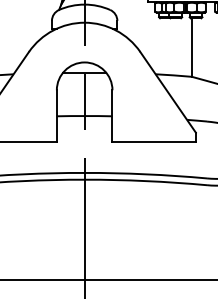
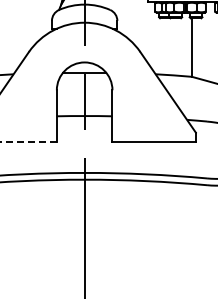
line at (28, 141): solid -> dashed
line at (108, 279): present -> none
